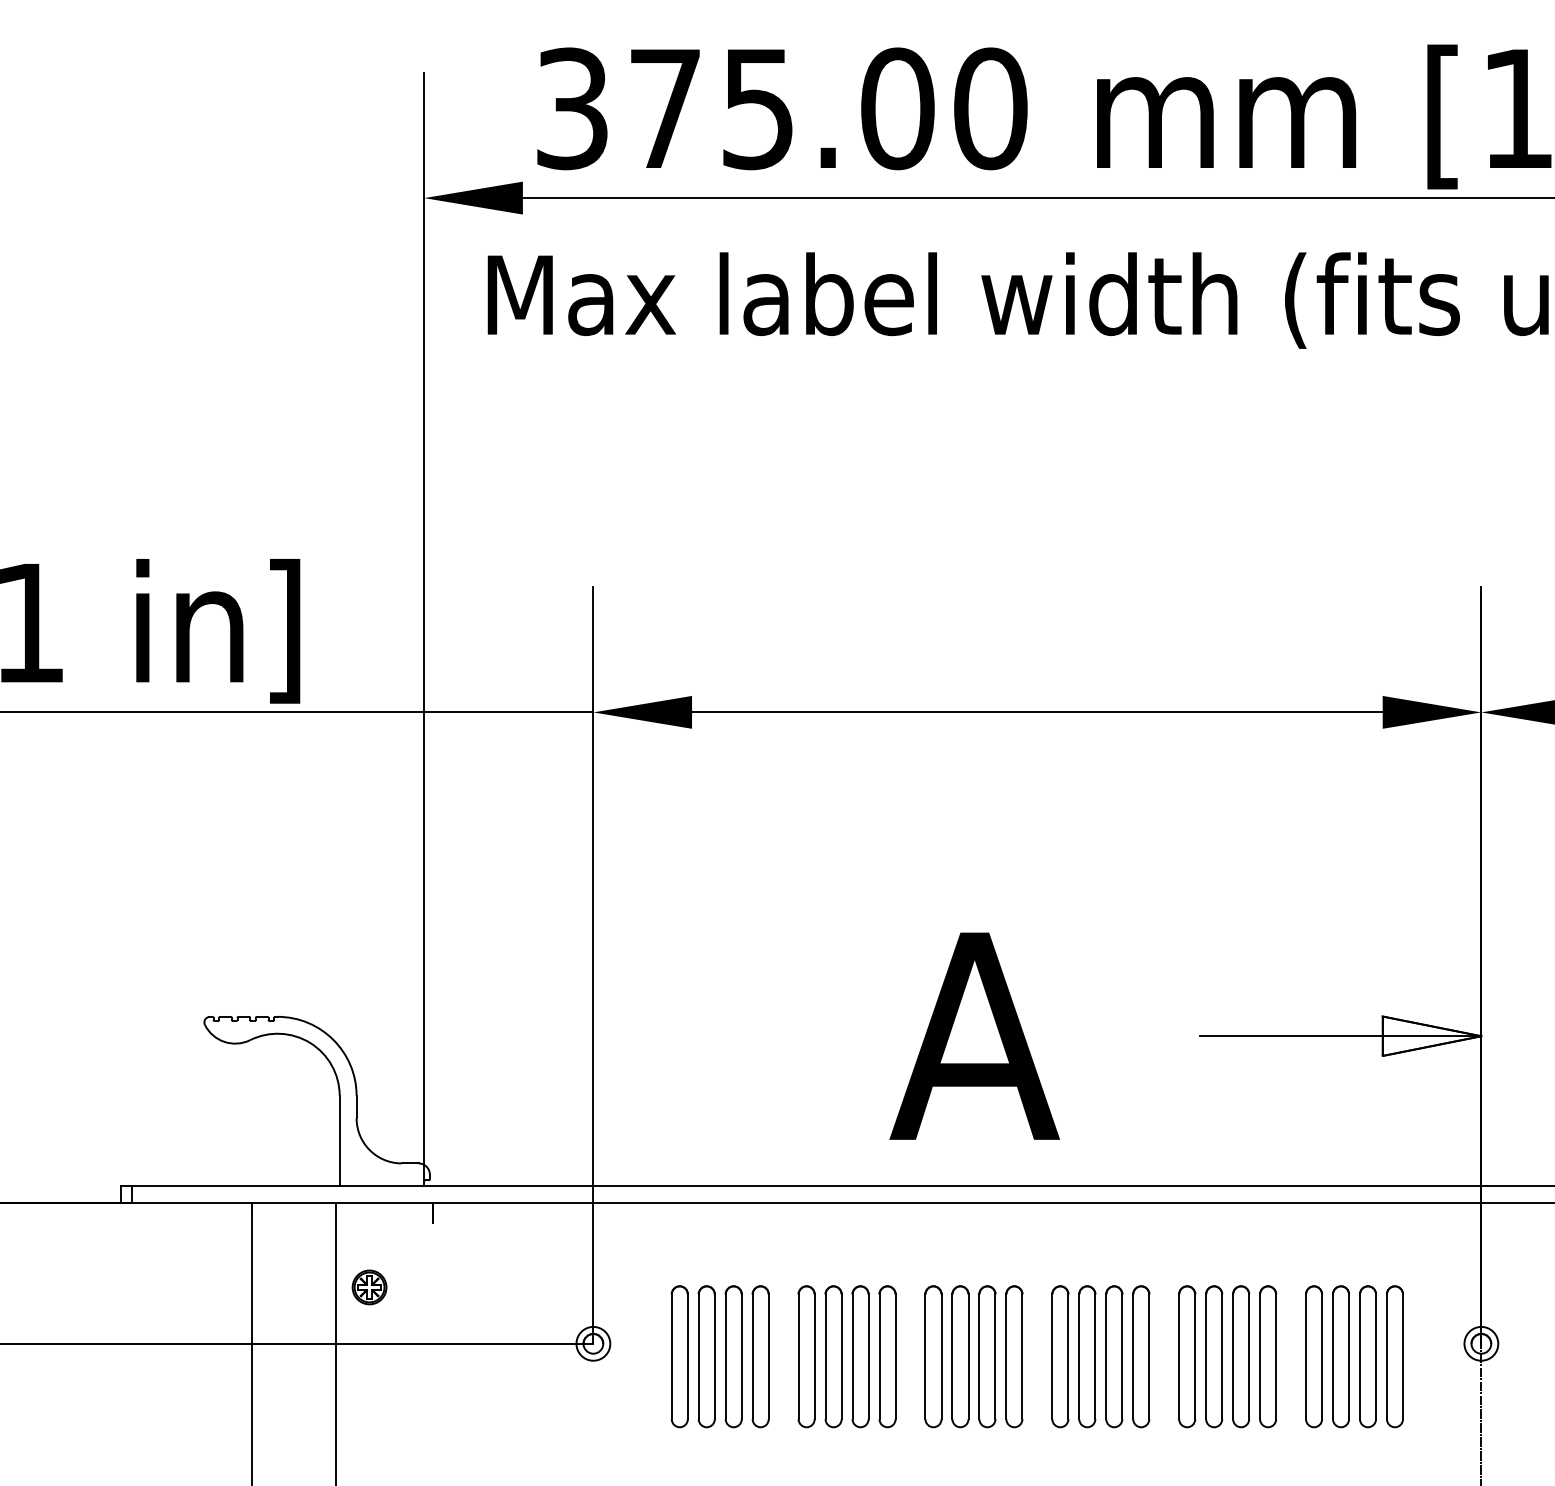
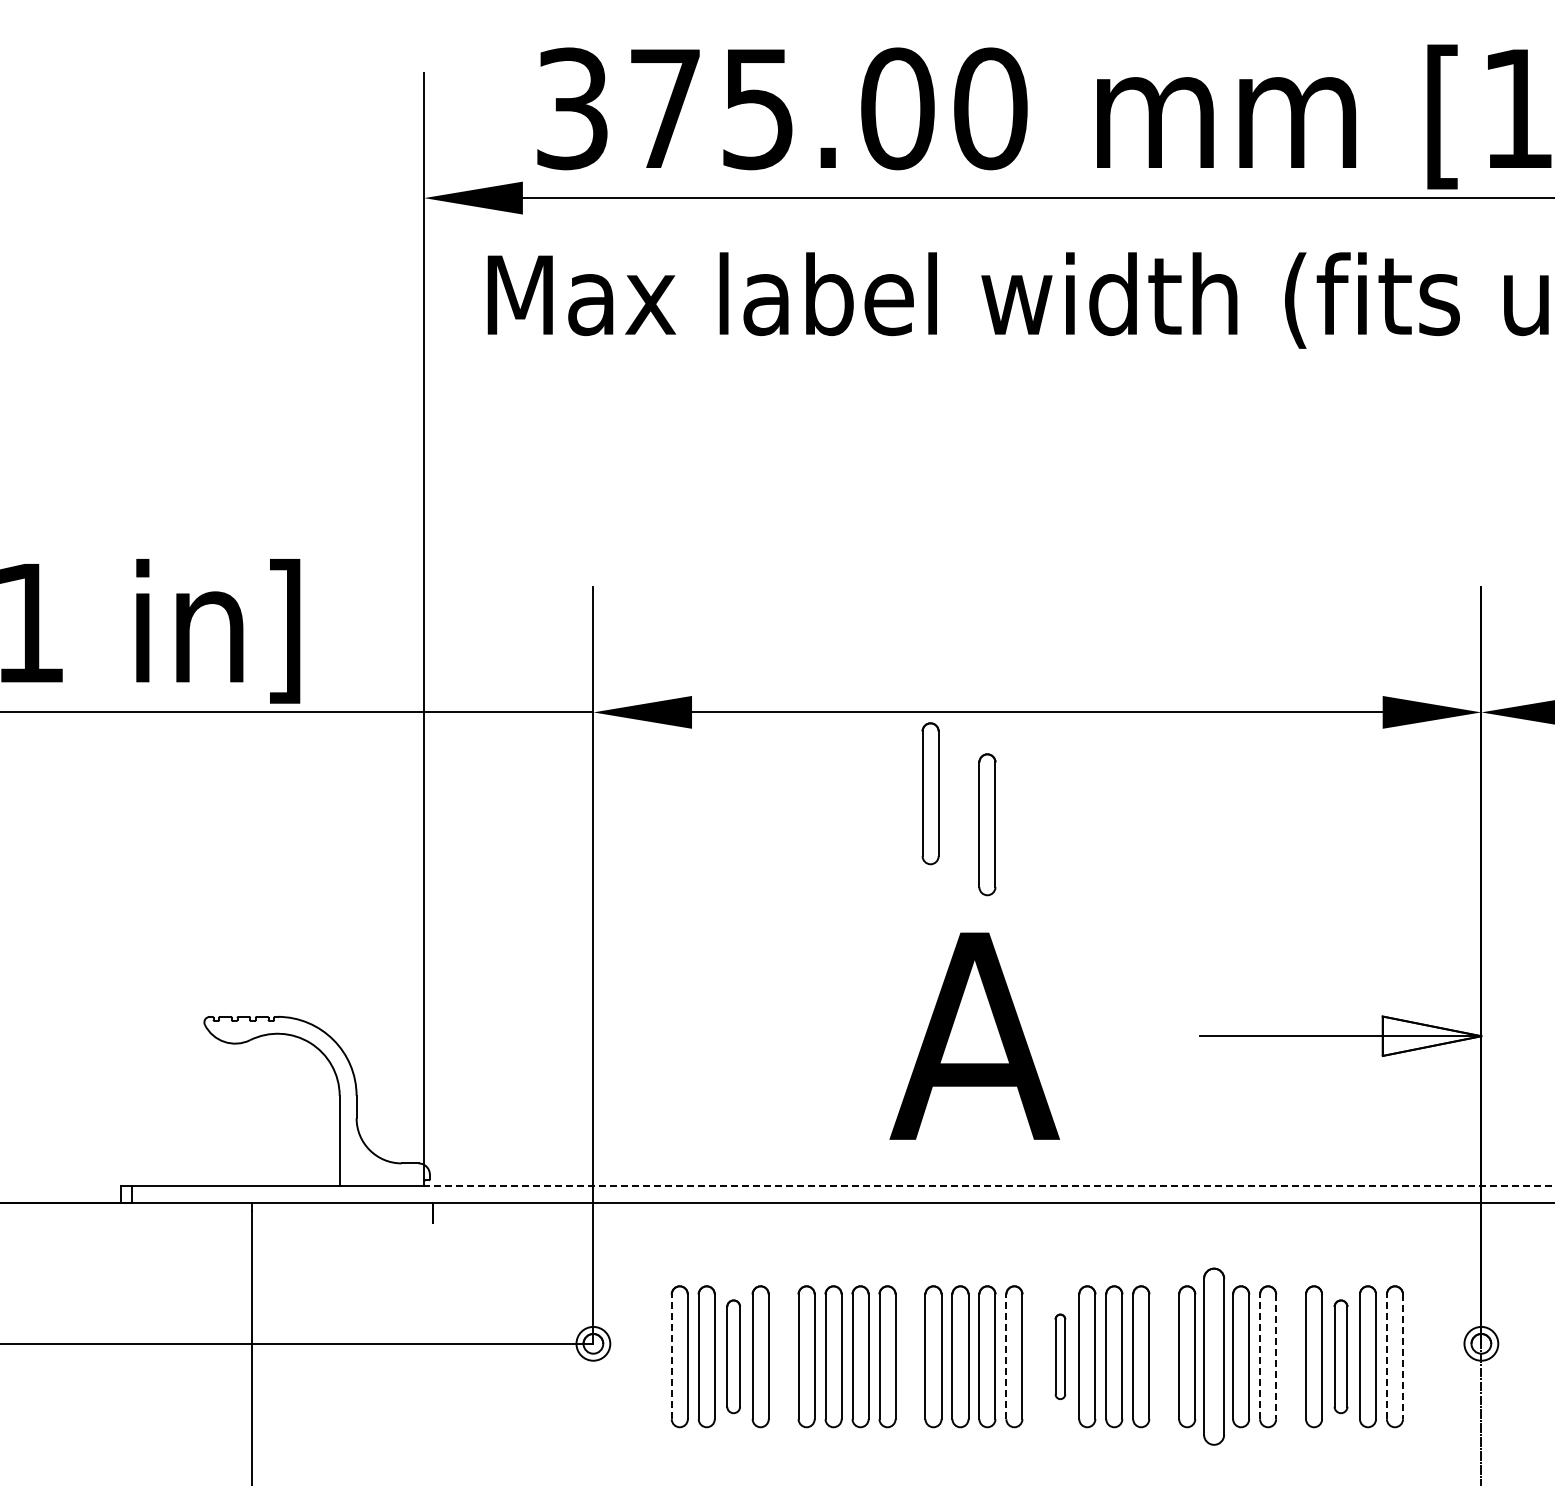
part at (930, 793): none -> present
part at (987, 824): none -> present
line at (989, 1185): solid -> dashed
part at (369, 1287): present -> none
line at (335, 1342): present -> none
line at (671, 1356): solid -> dashed
part at (733, 1356) size: 19x144 px -> 15x116 px
line at (1006, 1356): solid -> dashed
part at (1060, 1356) size: 19x144 px -> 13x87 px
part at (1214, 1356) size: 19x144 px -> 23x179 px
line at (1260, 1356): solid -> dashed
part at (1340, 1356) size: 18x144 px -> 16x116 px
line at (1386, 1356): solid -> dashed
line at (1276, 1357): solid -> dashed
line at (1403, 1357): solid -> dashed
